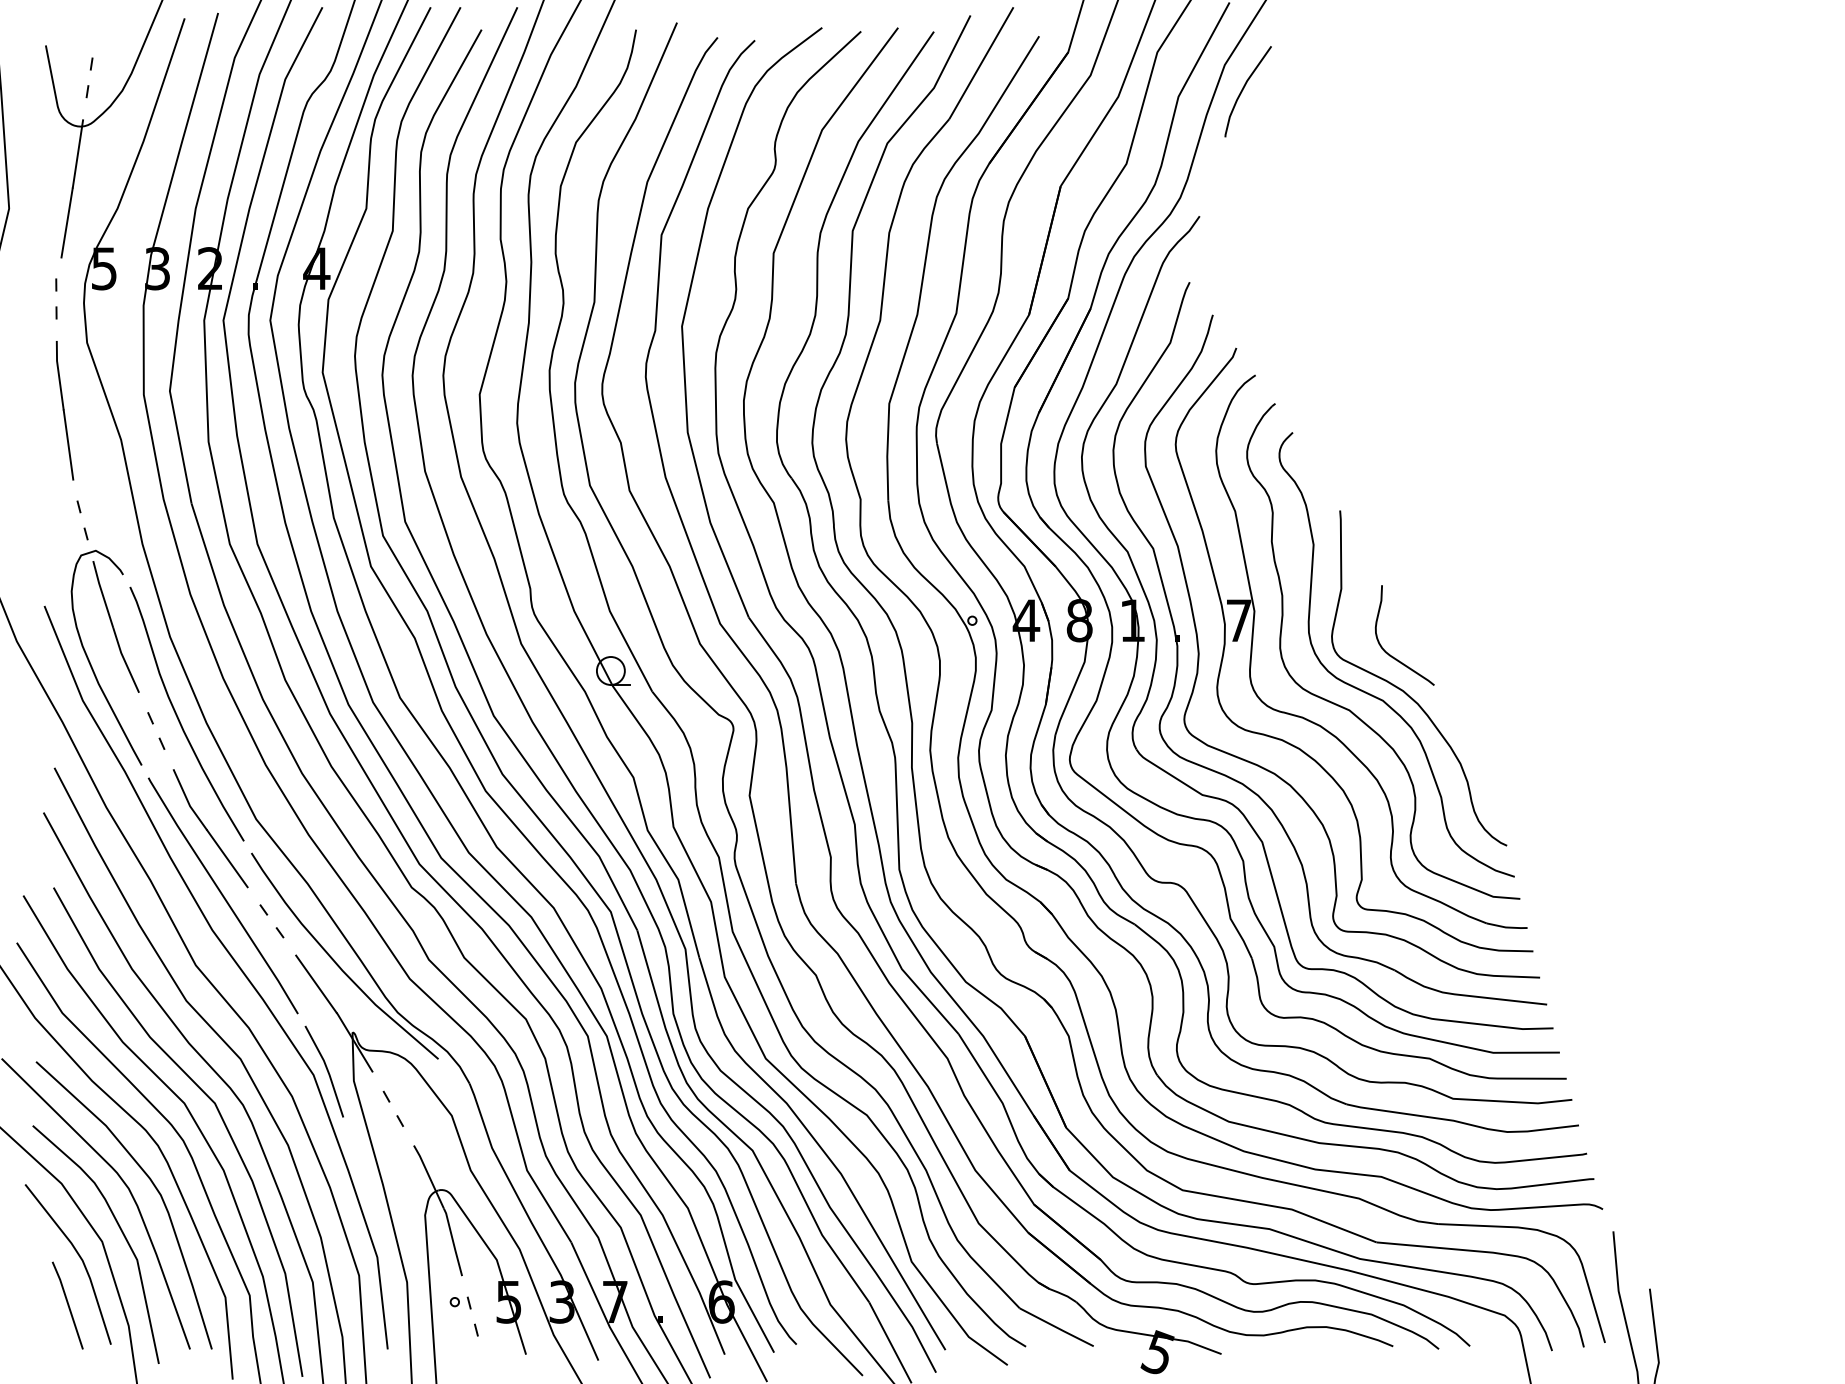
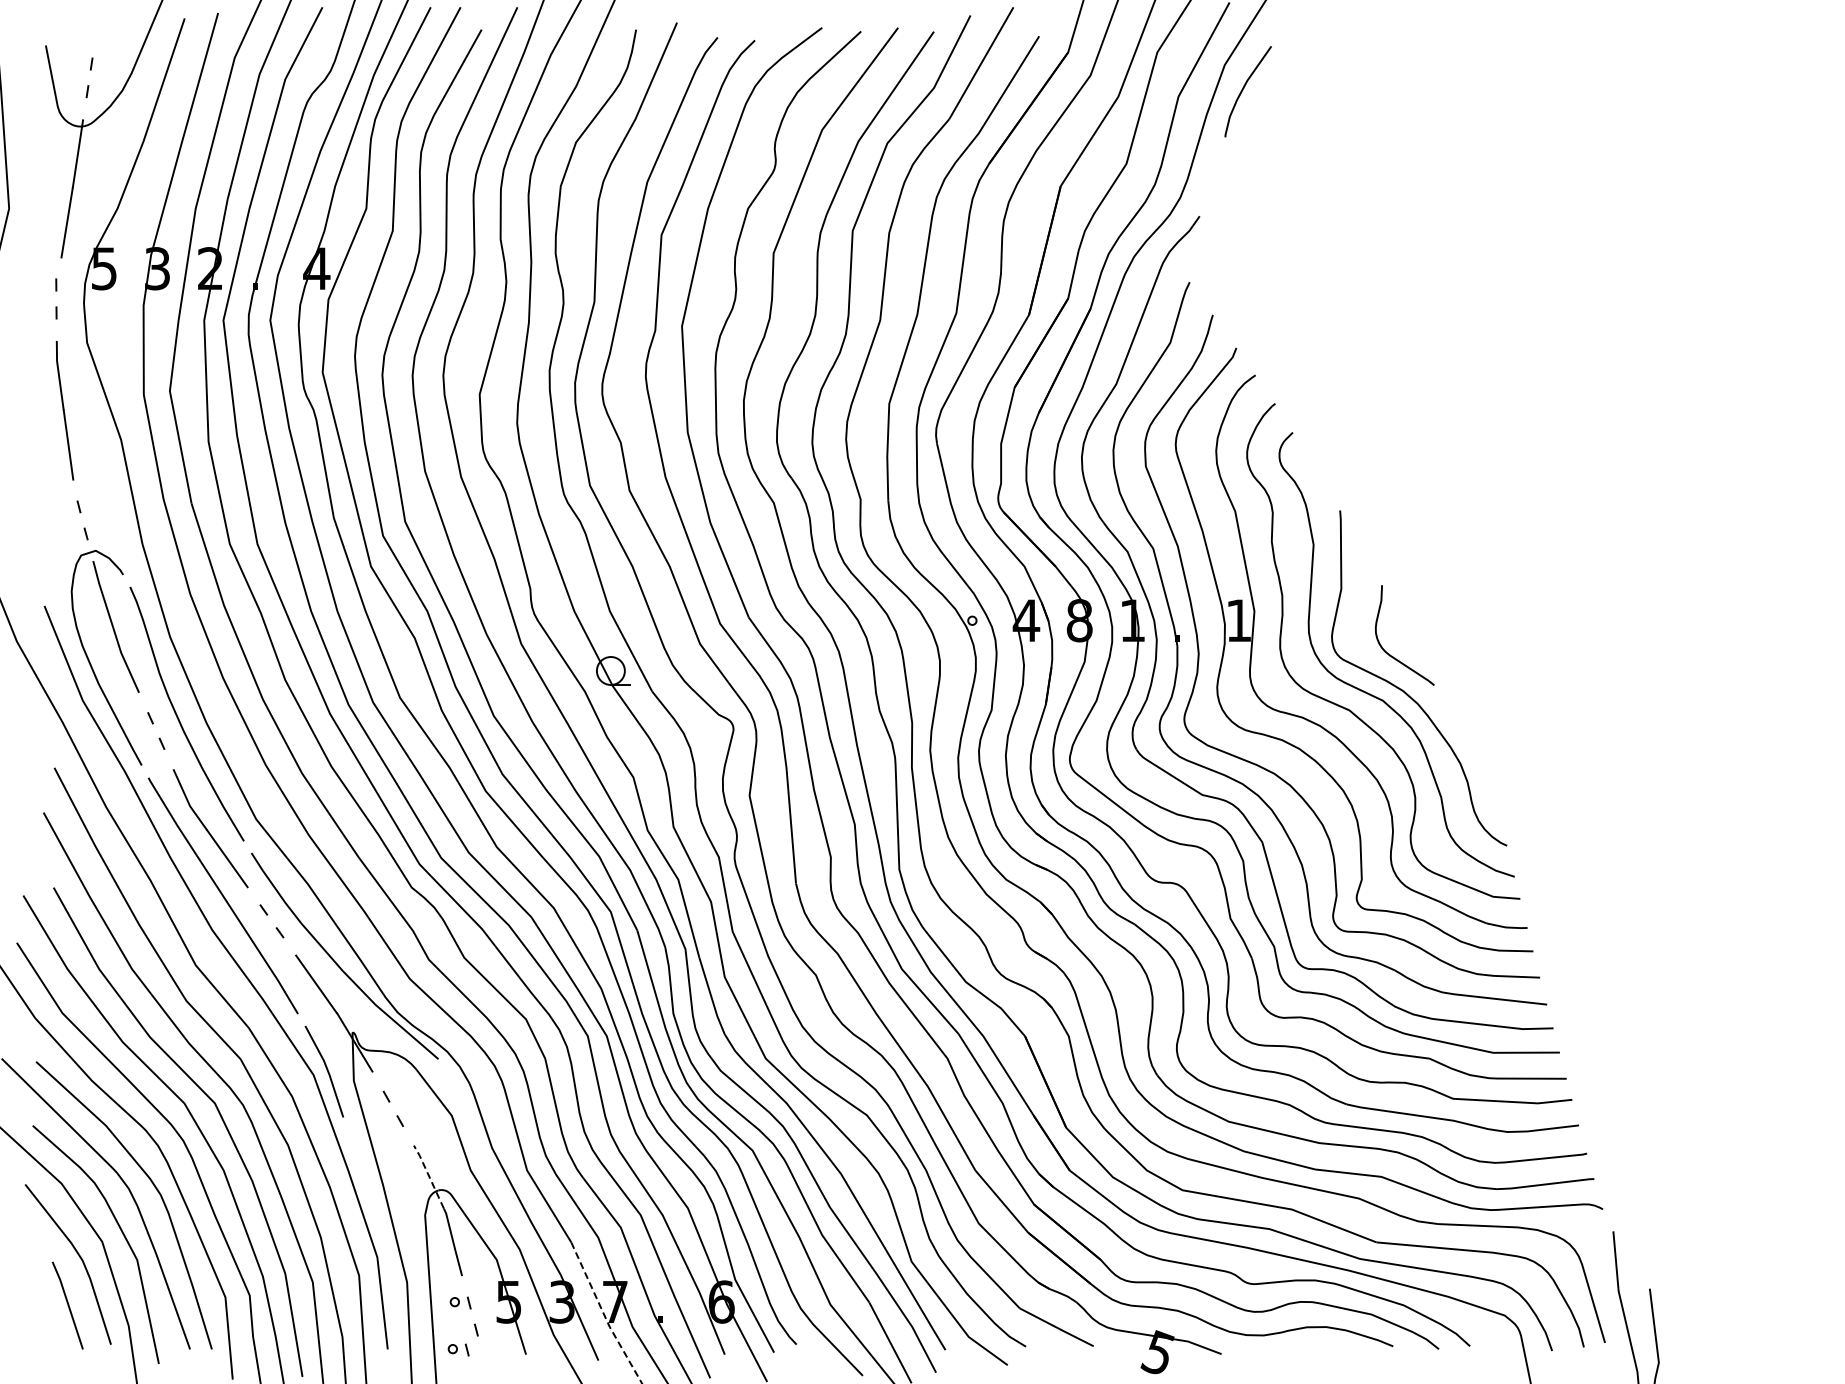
text at (1239, 620): 7 -> 1
line at (428, 1176): solid -> dashed
line at (604, 1315): solid -> dashed
part at (458, 1349): none -> present
